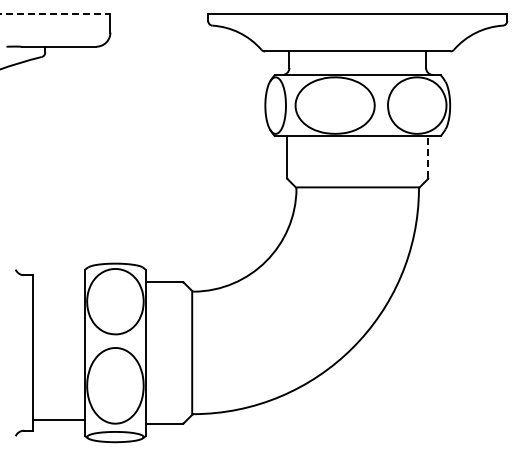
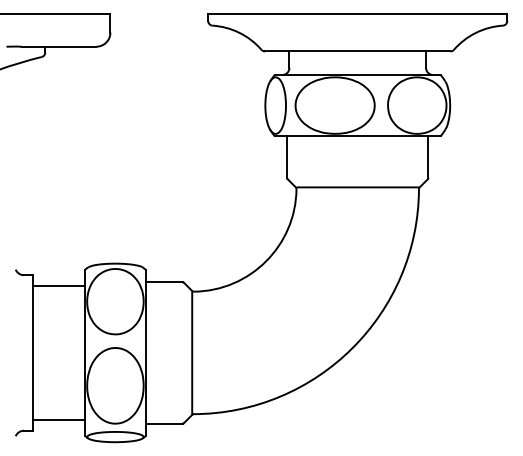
line at (55, 13): dashed -> solid
line at (428, 156): dashed -> solid
line at (58, 285): none -> present
